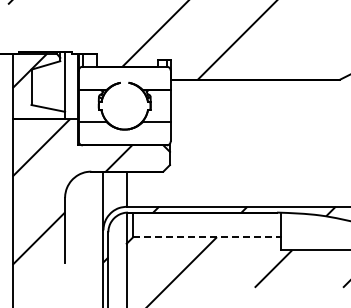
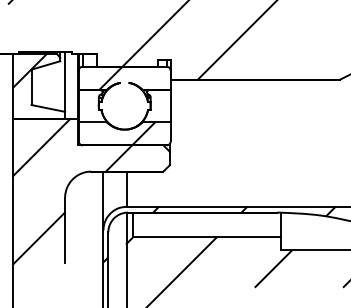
hatch at (126, 105): none -> present
line at (207, 237): dashed -> solid
